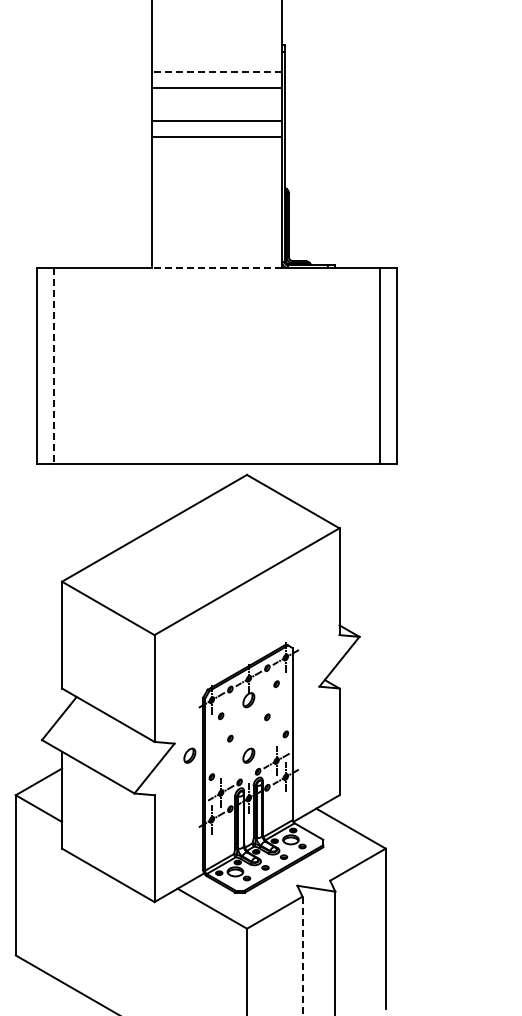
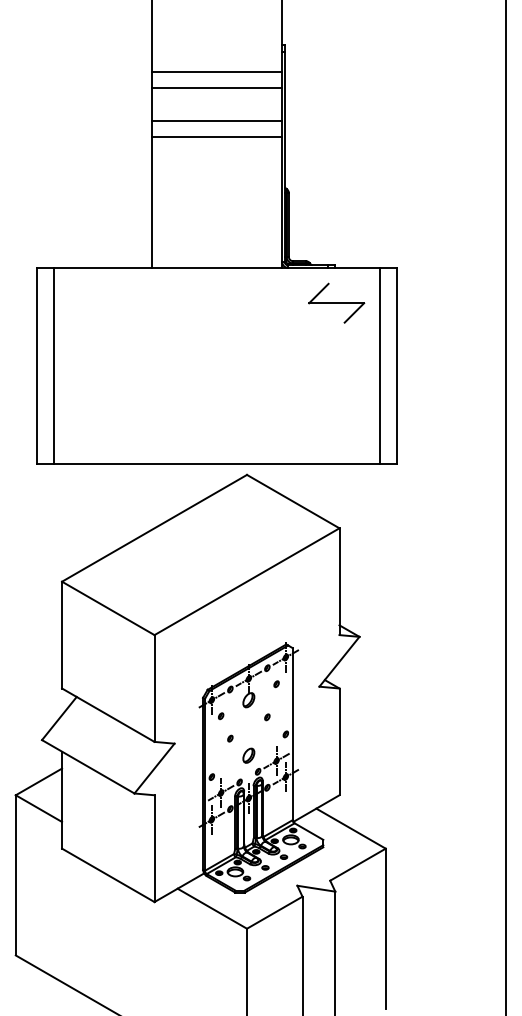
line at (216, 71): dashed -> solid
line at (216, 267): dashed -> solid
part at (336, 302): none -> present
line at (53, 366): dashed -> solid
line at (506, 507): none -> present
part at (189, 755): present -> none
line at (302, 956): dashed -> solid
